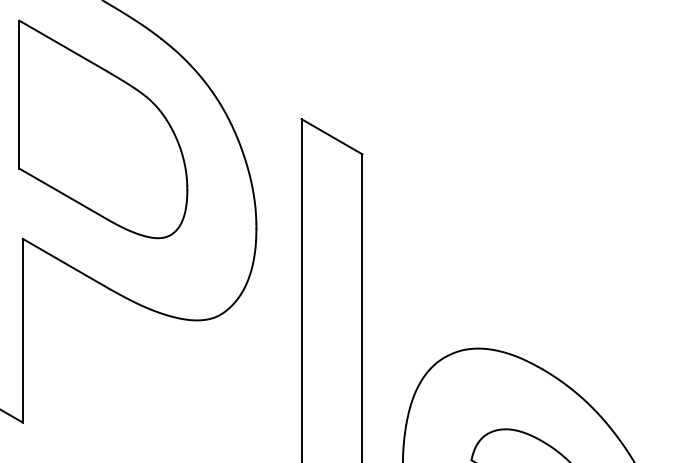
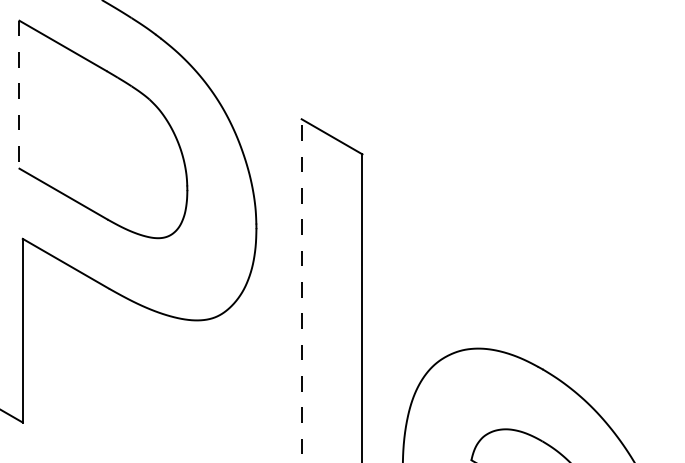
line at (19, 94): solid -> dashed
line at (301, 291): solid -> dashed
